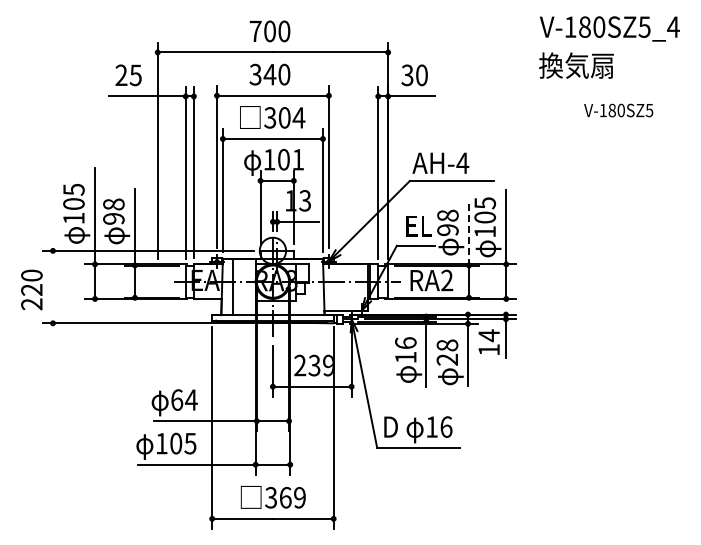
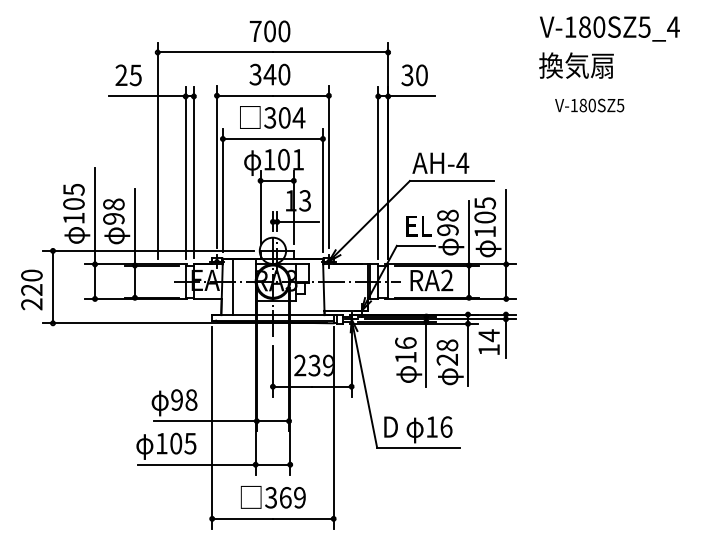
text at (618, 110) position: (618, 110) -> (589, 105)
line at (469, 232): dashed -> solid
line at (53, 286): none -> present
text at (184, 399): 64 -> 98
